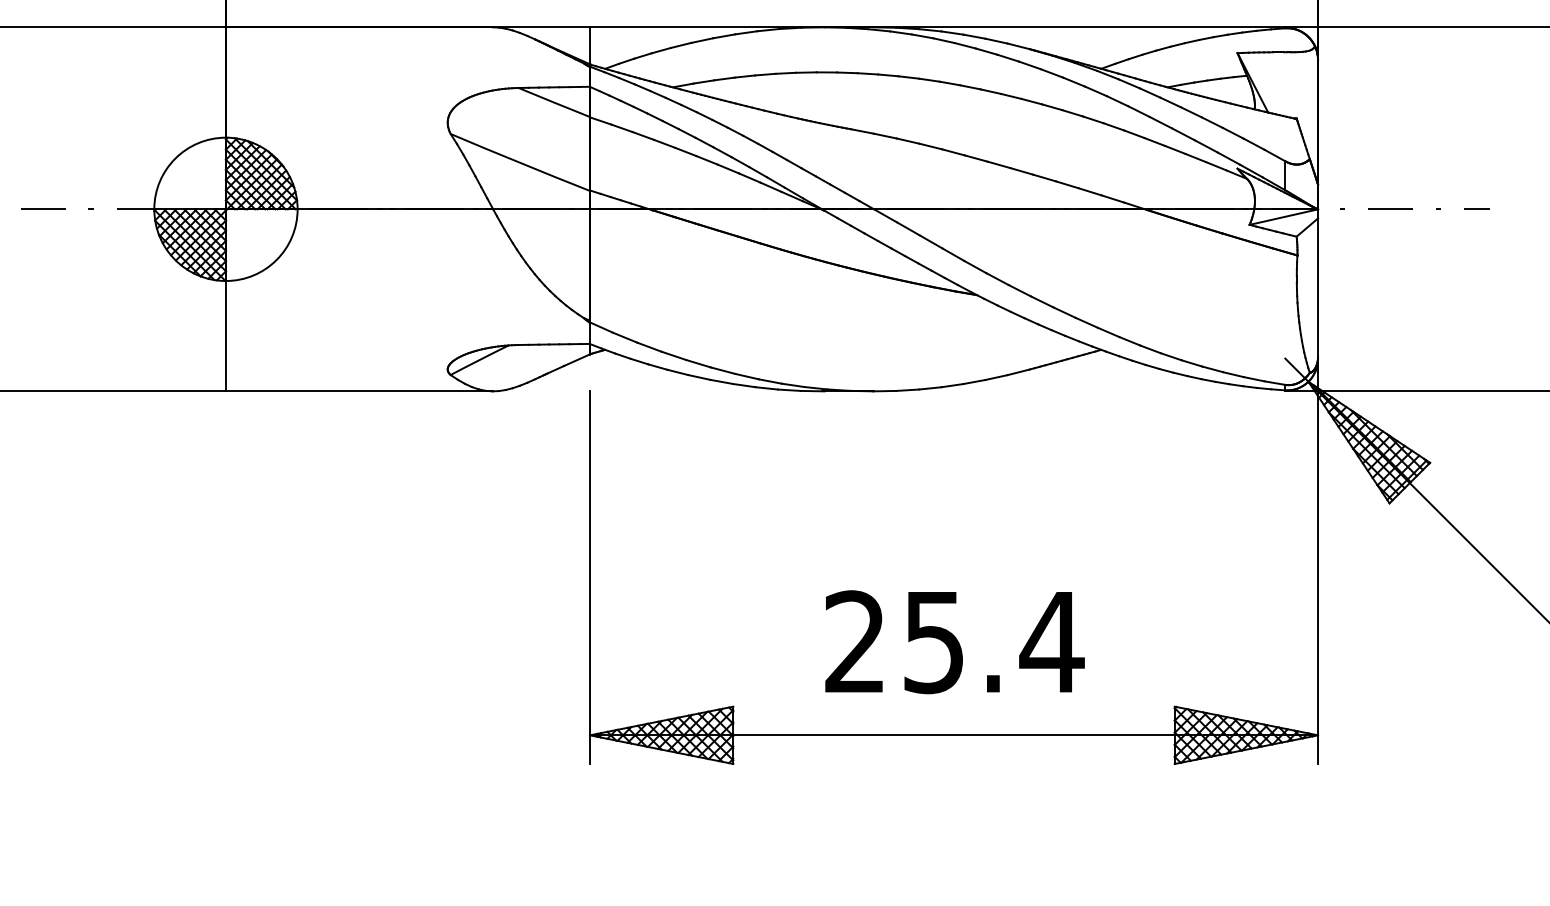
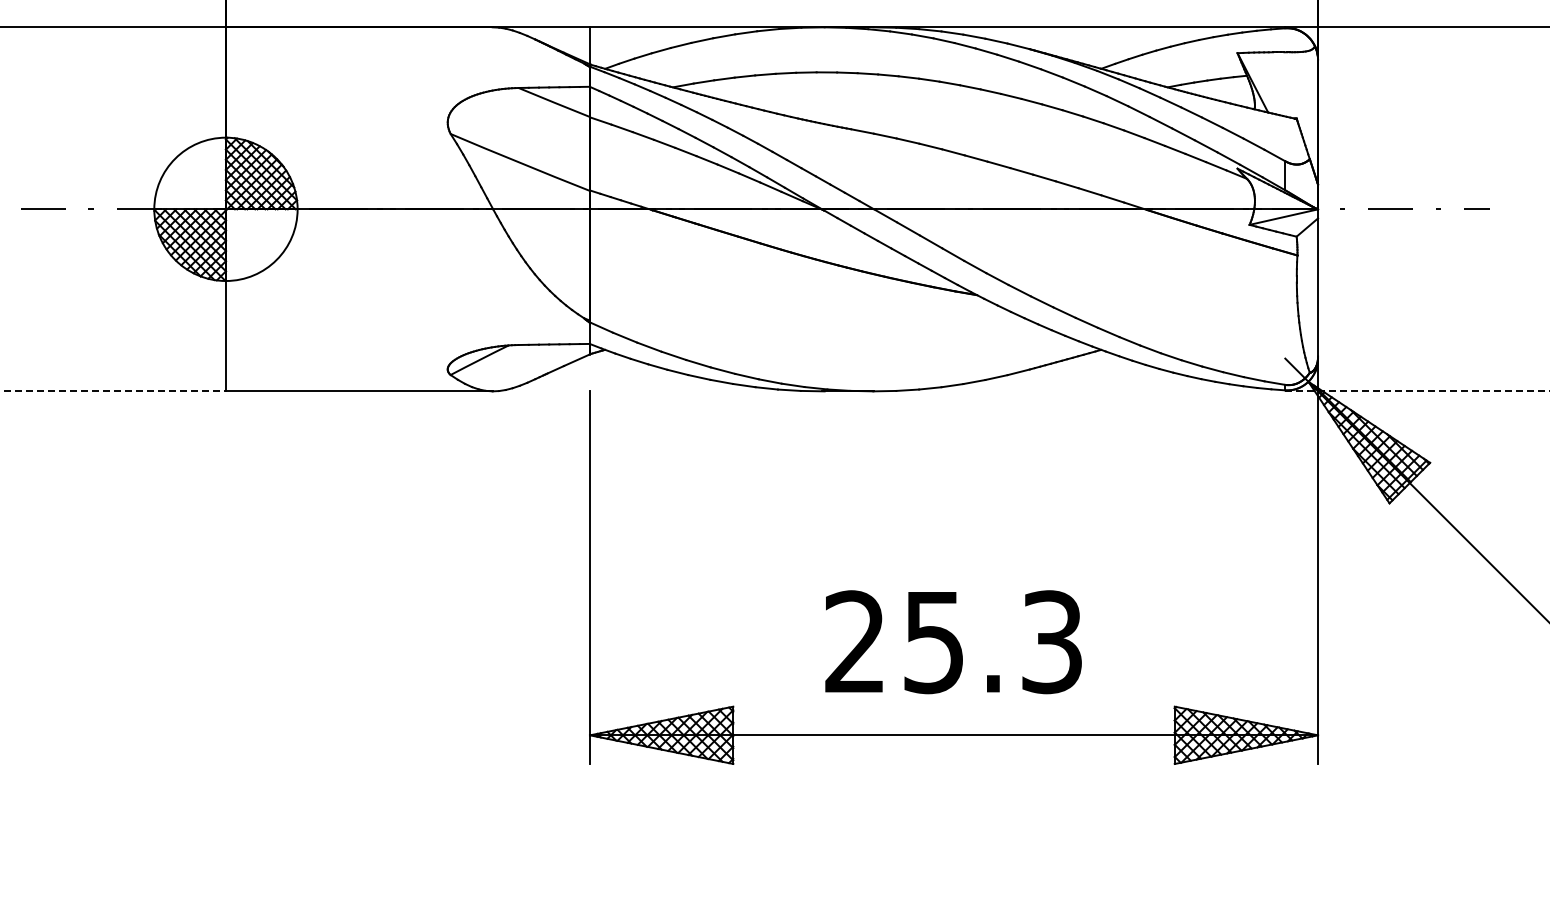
line at (113, 391): solid -> dashed
line at (1418, 391): solid -> dashed
text at (1051, 642): 25.4 -> 25.3
